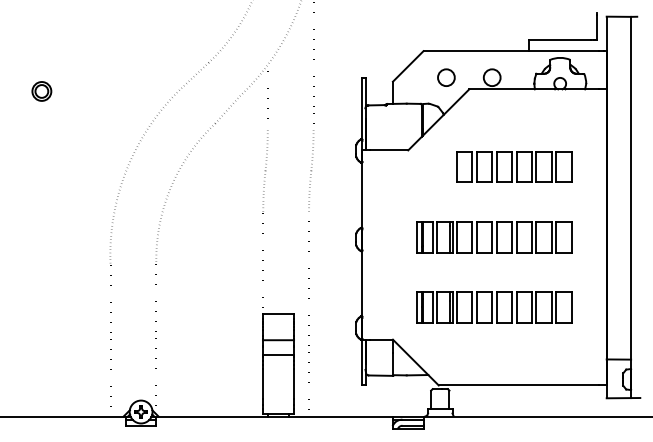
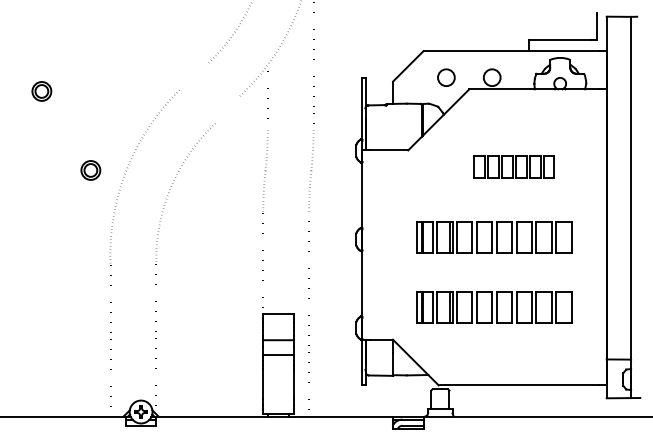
line at (193, 76): present -> none
line at (227, 109): present -> none
part at (514, 166) size: 117x32 px -> 82x24 px
part at (90, 170): none -> present
